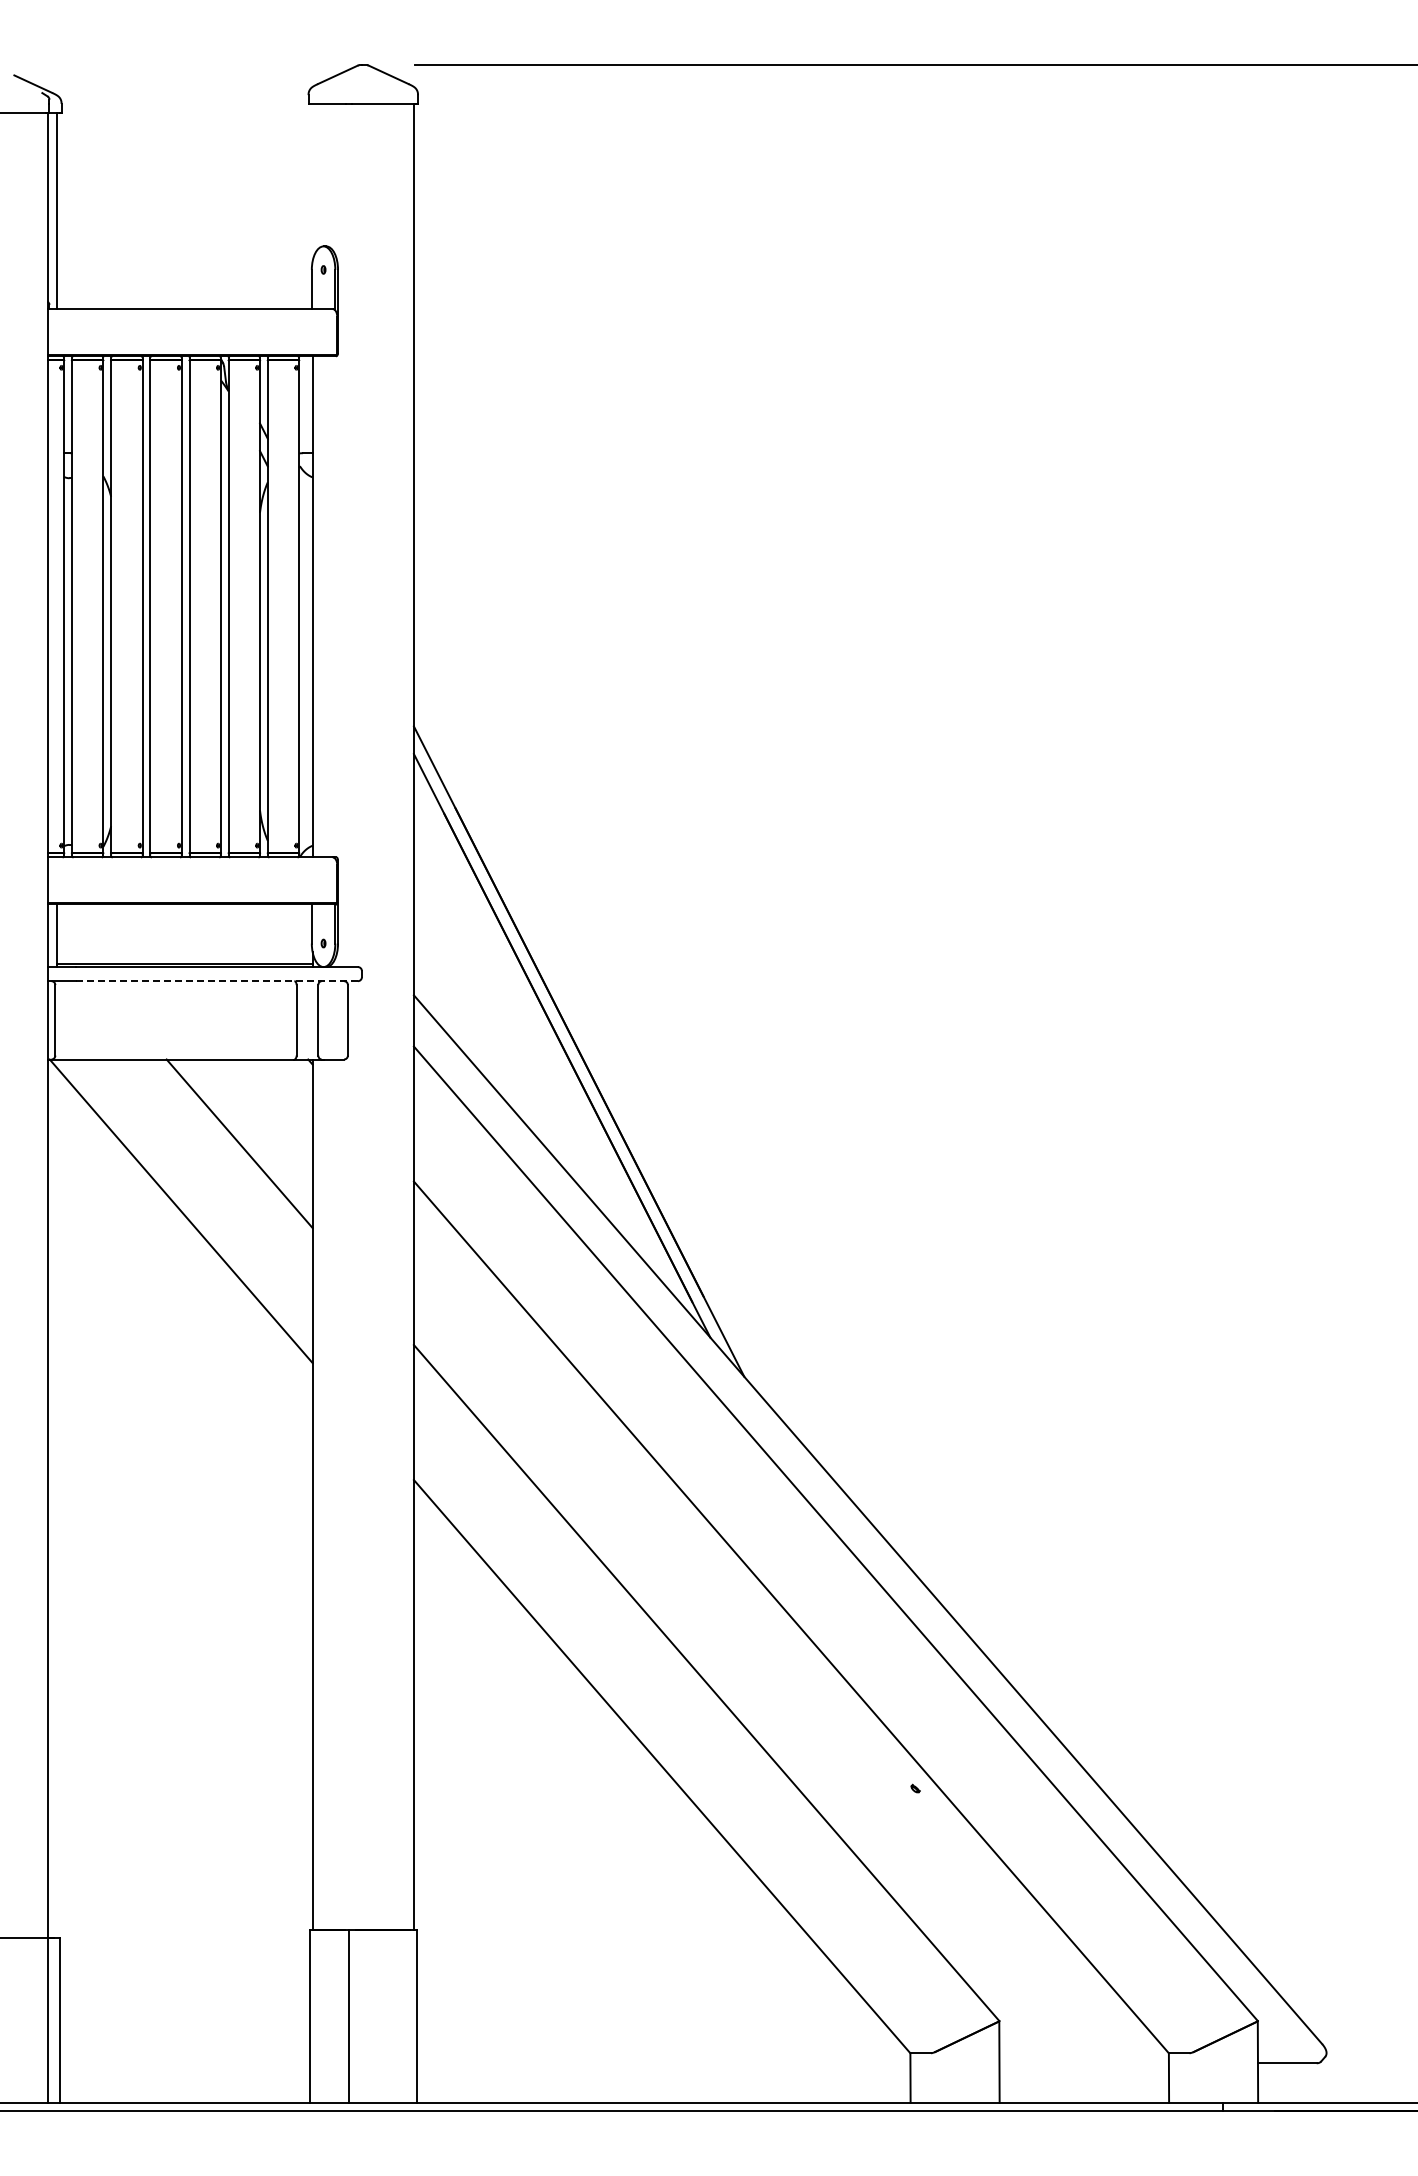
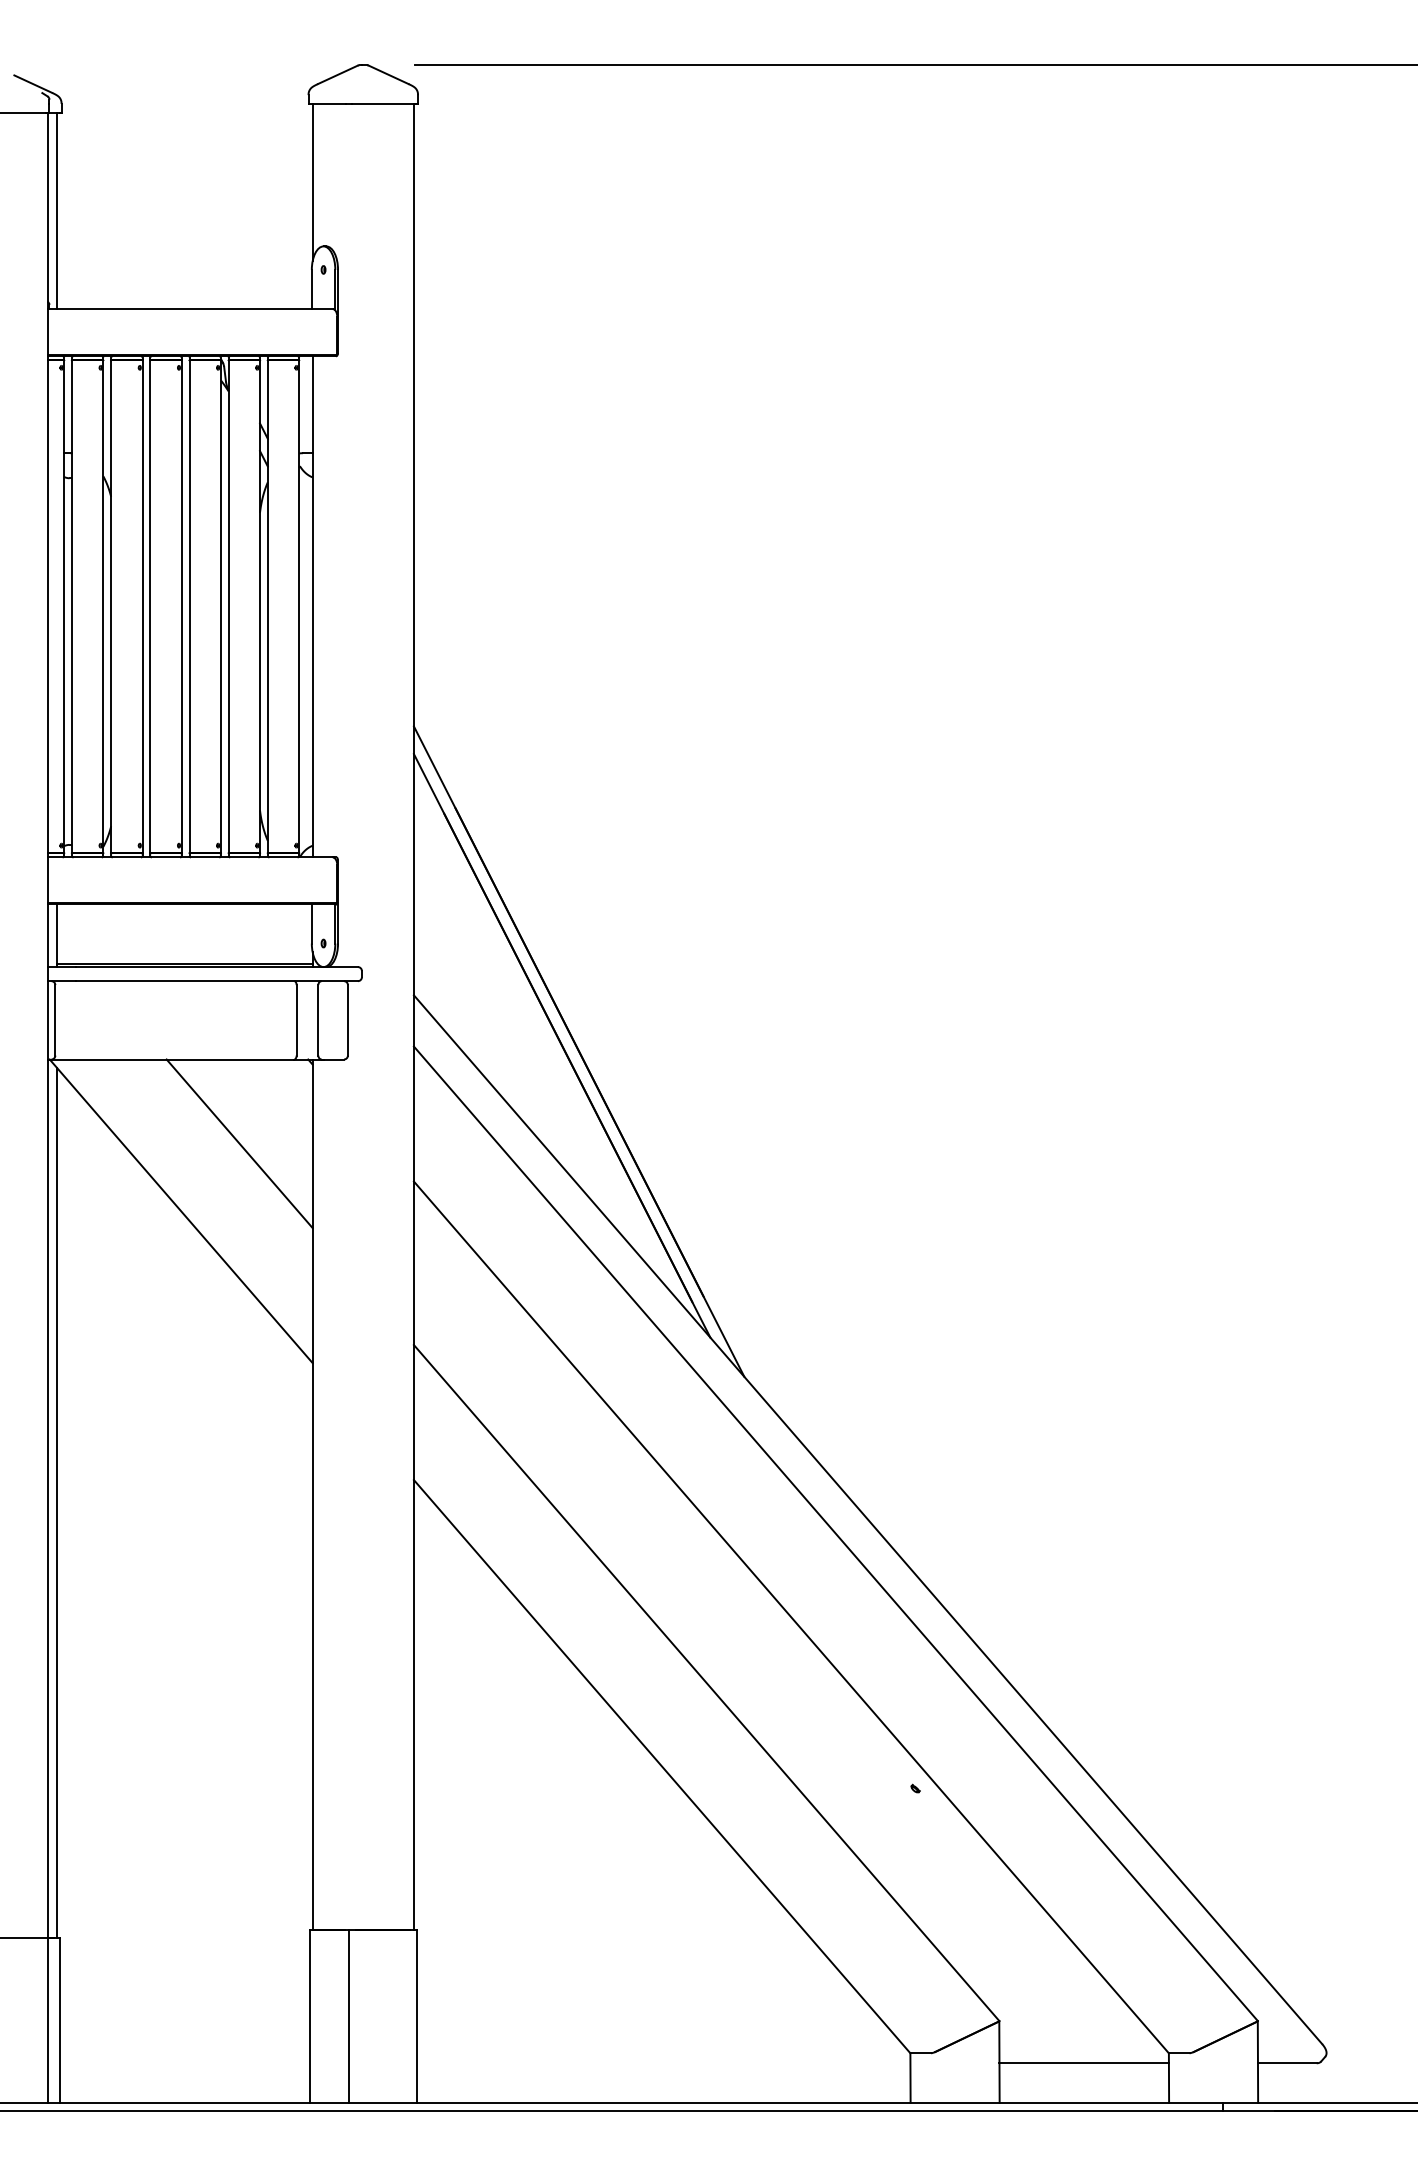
line at (312, 182): none -> present
line at (217, 981): dashed -> solid
line at (57, 1503): none -> present
line at (1083, 2063): none -> present
